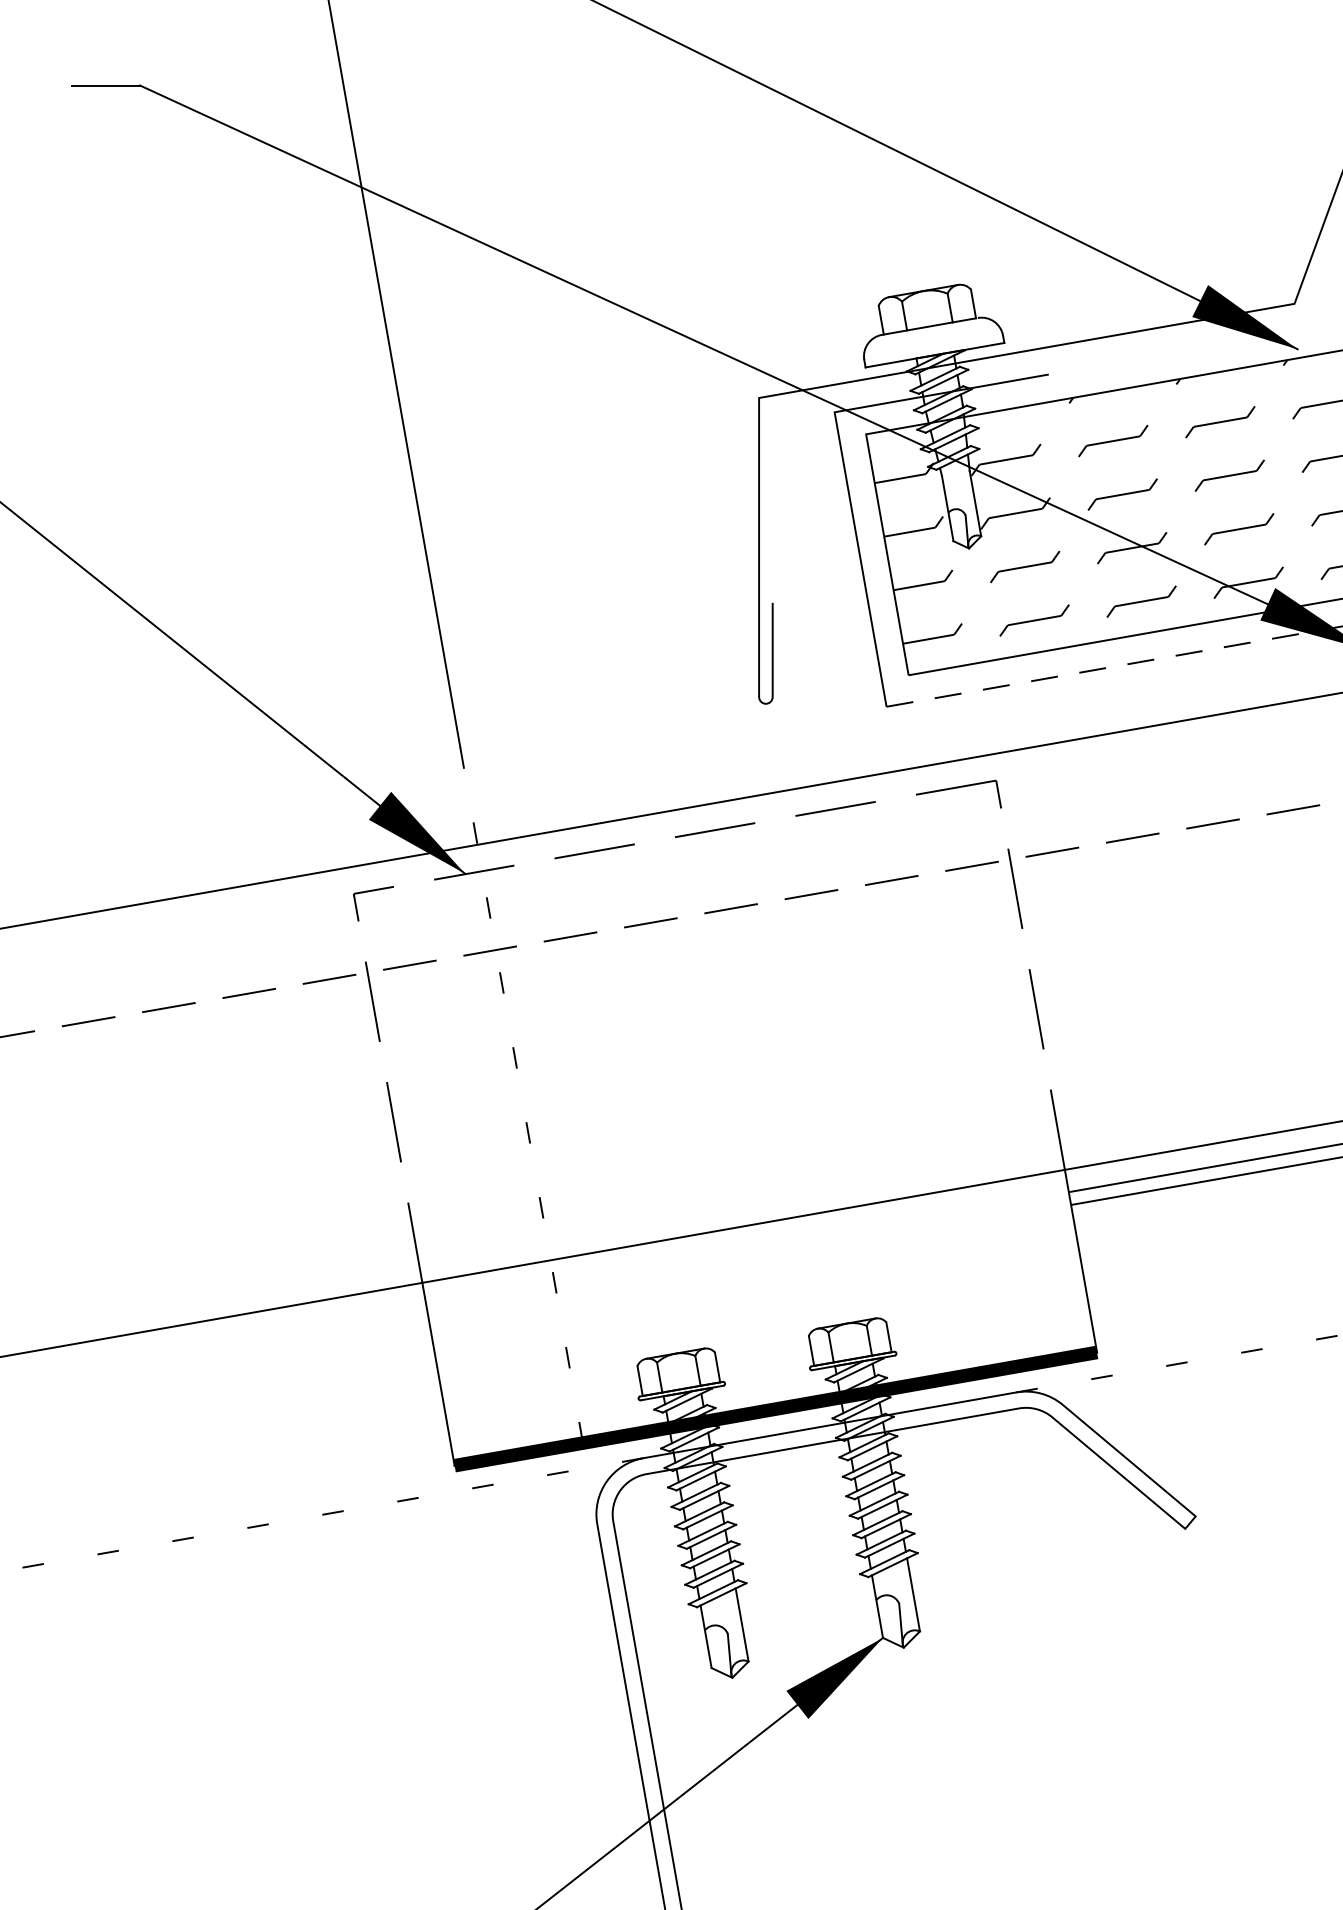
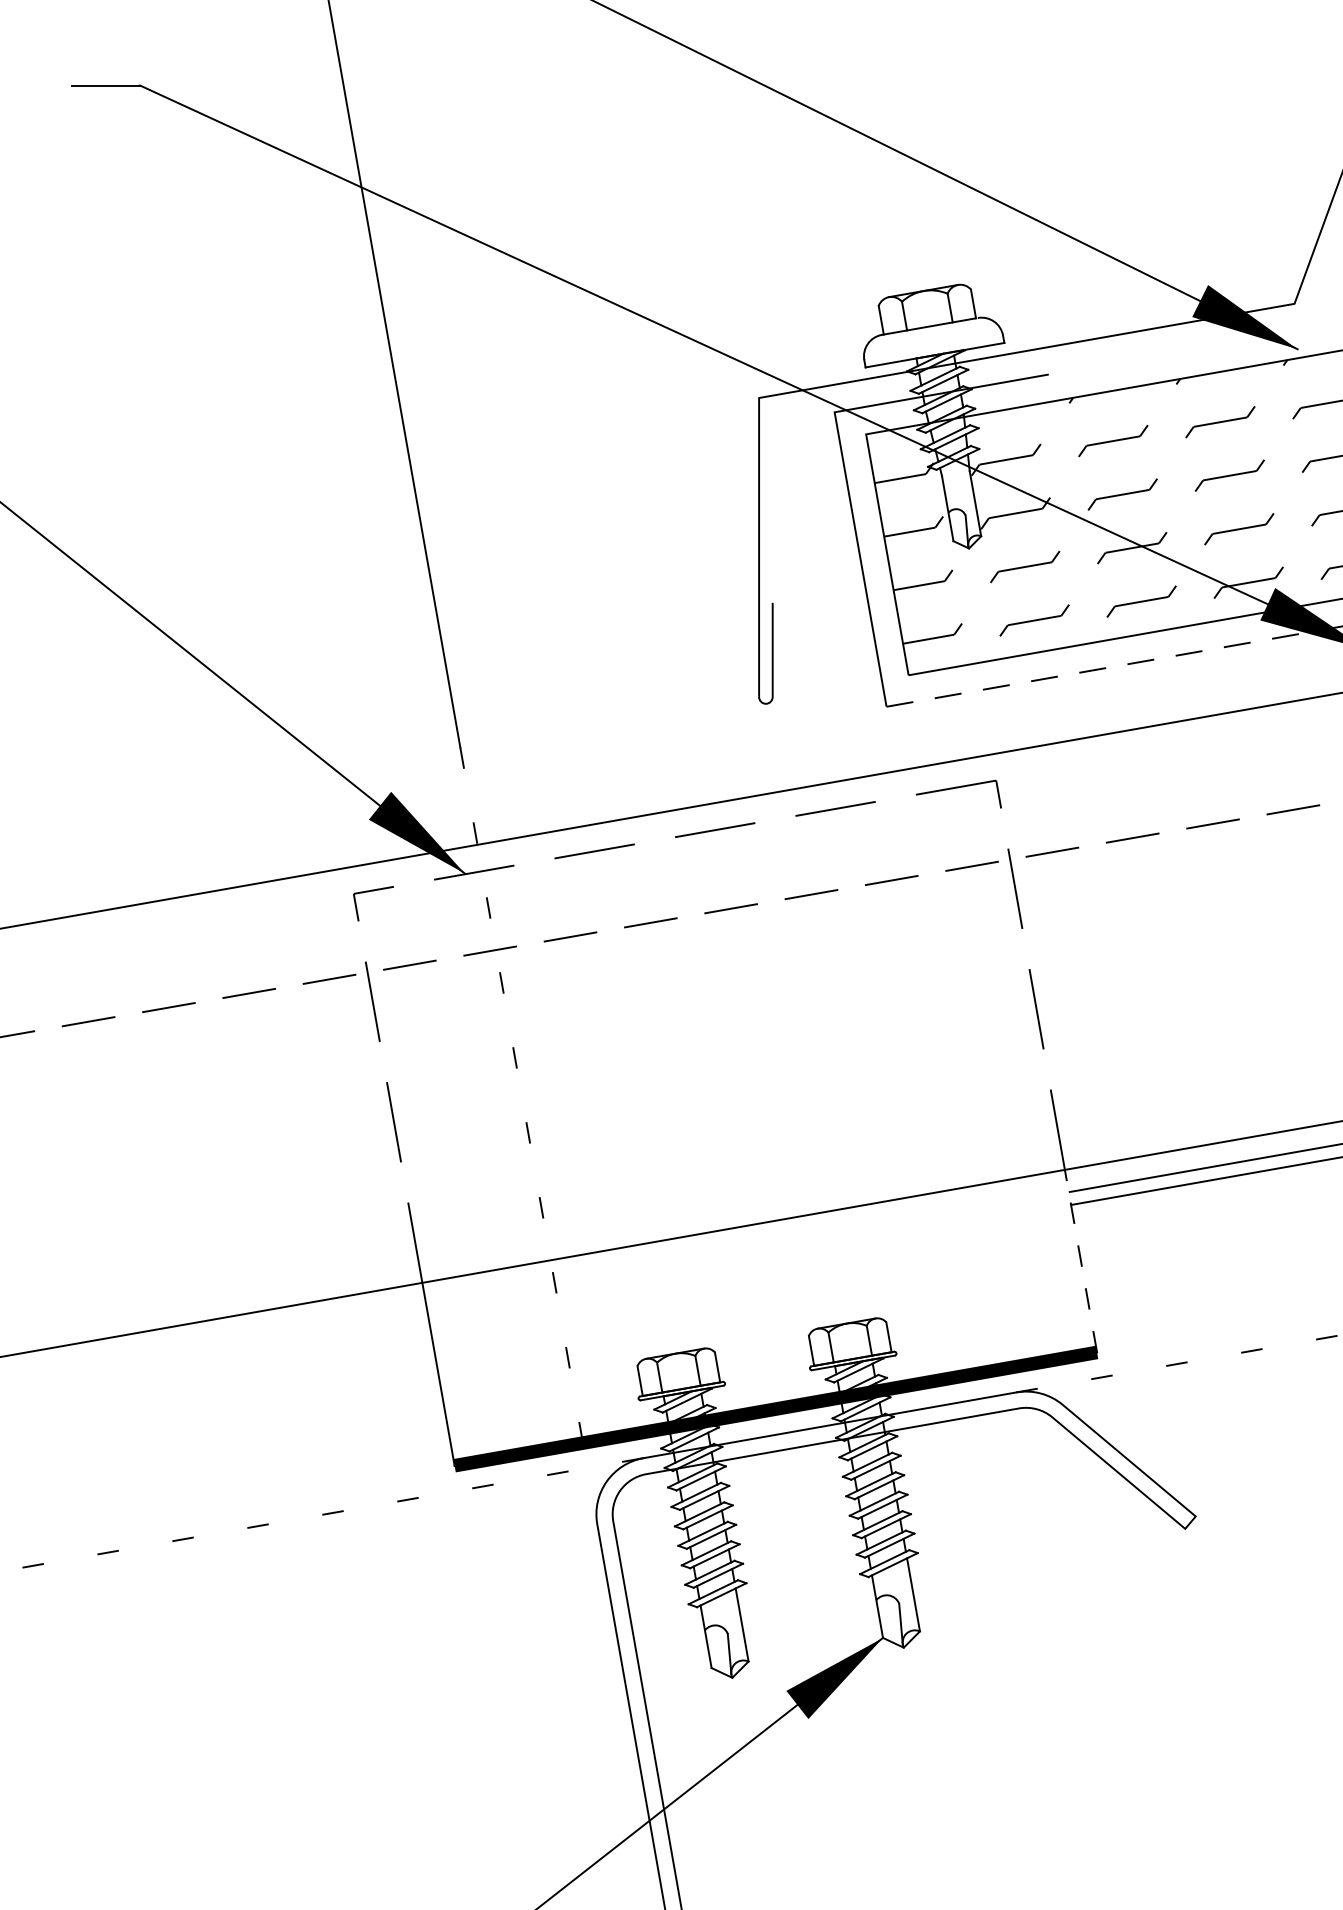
line at (1080, 1261): solid -> dashed
